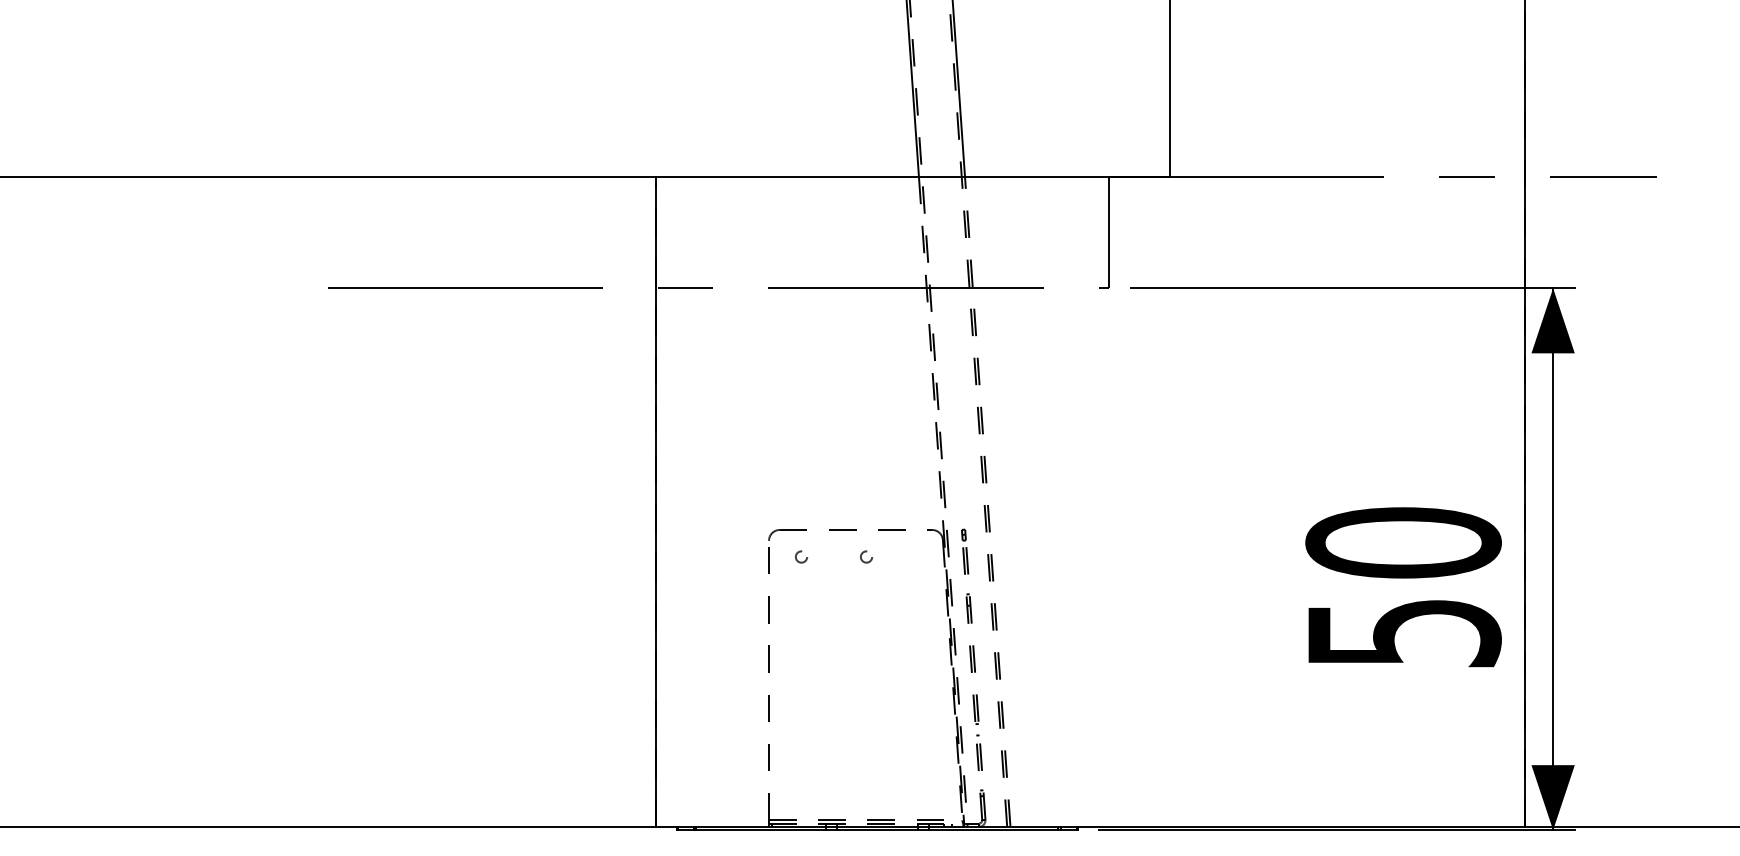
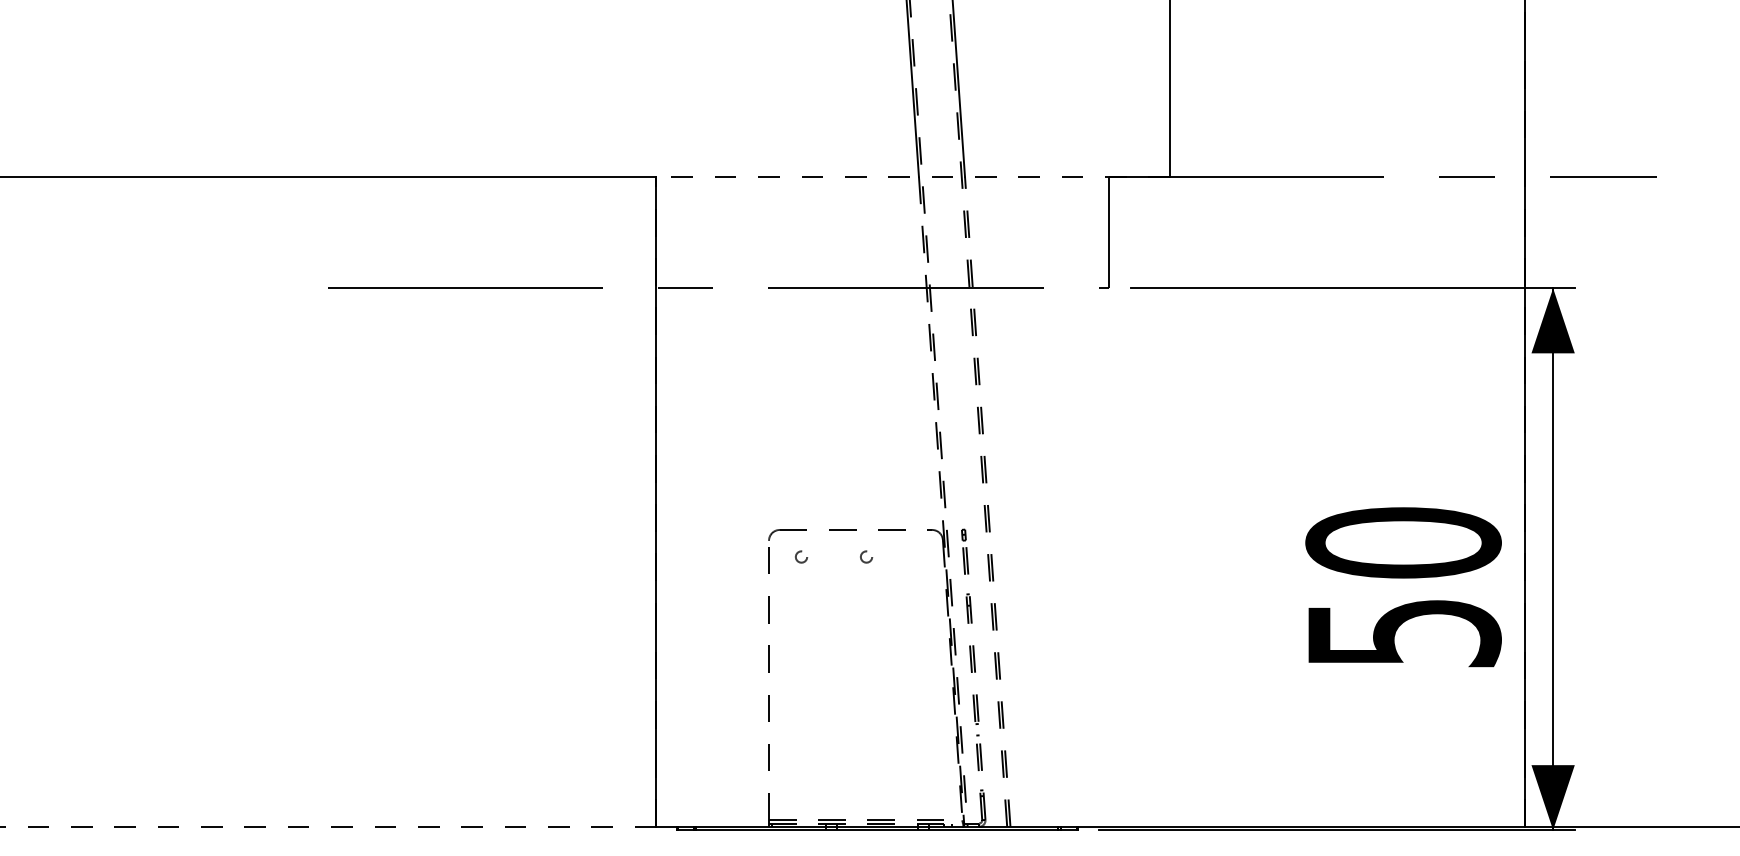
line at (913, 176): solid -> dashed
line at (328, 826): solid -> dashed
